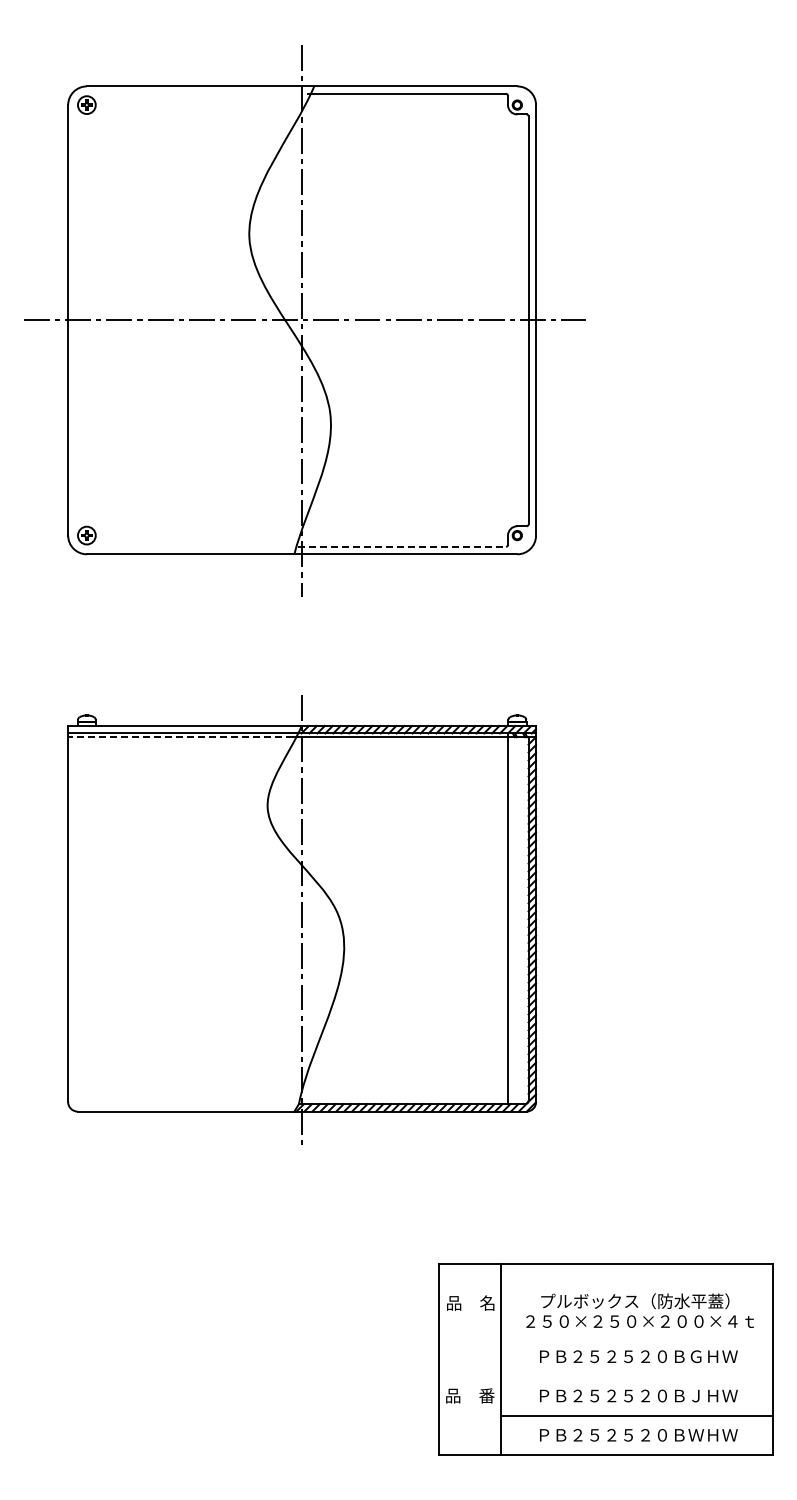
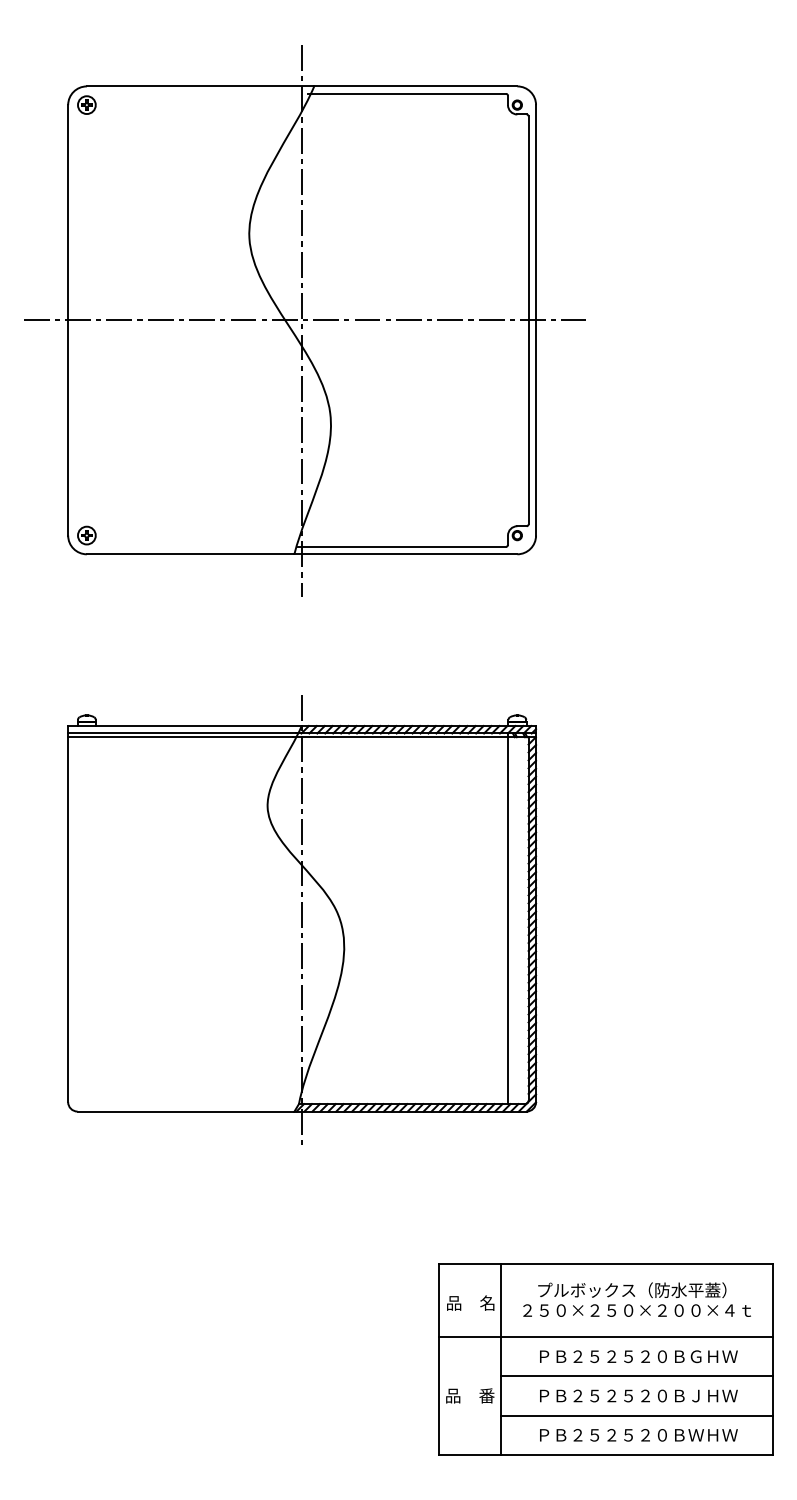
line at (402, 546): dashed -> solid
line at (180, 737): dashed -> solid
text at (639, 1310) position: (639, 1310) -> (636, 1299)
line at (606, 1337): none -> present
line at (636, 1376): none -> present
